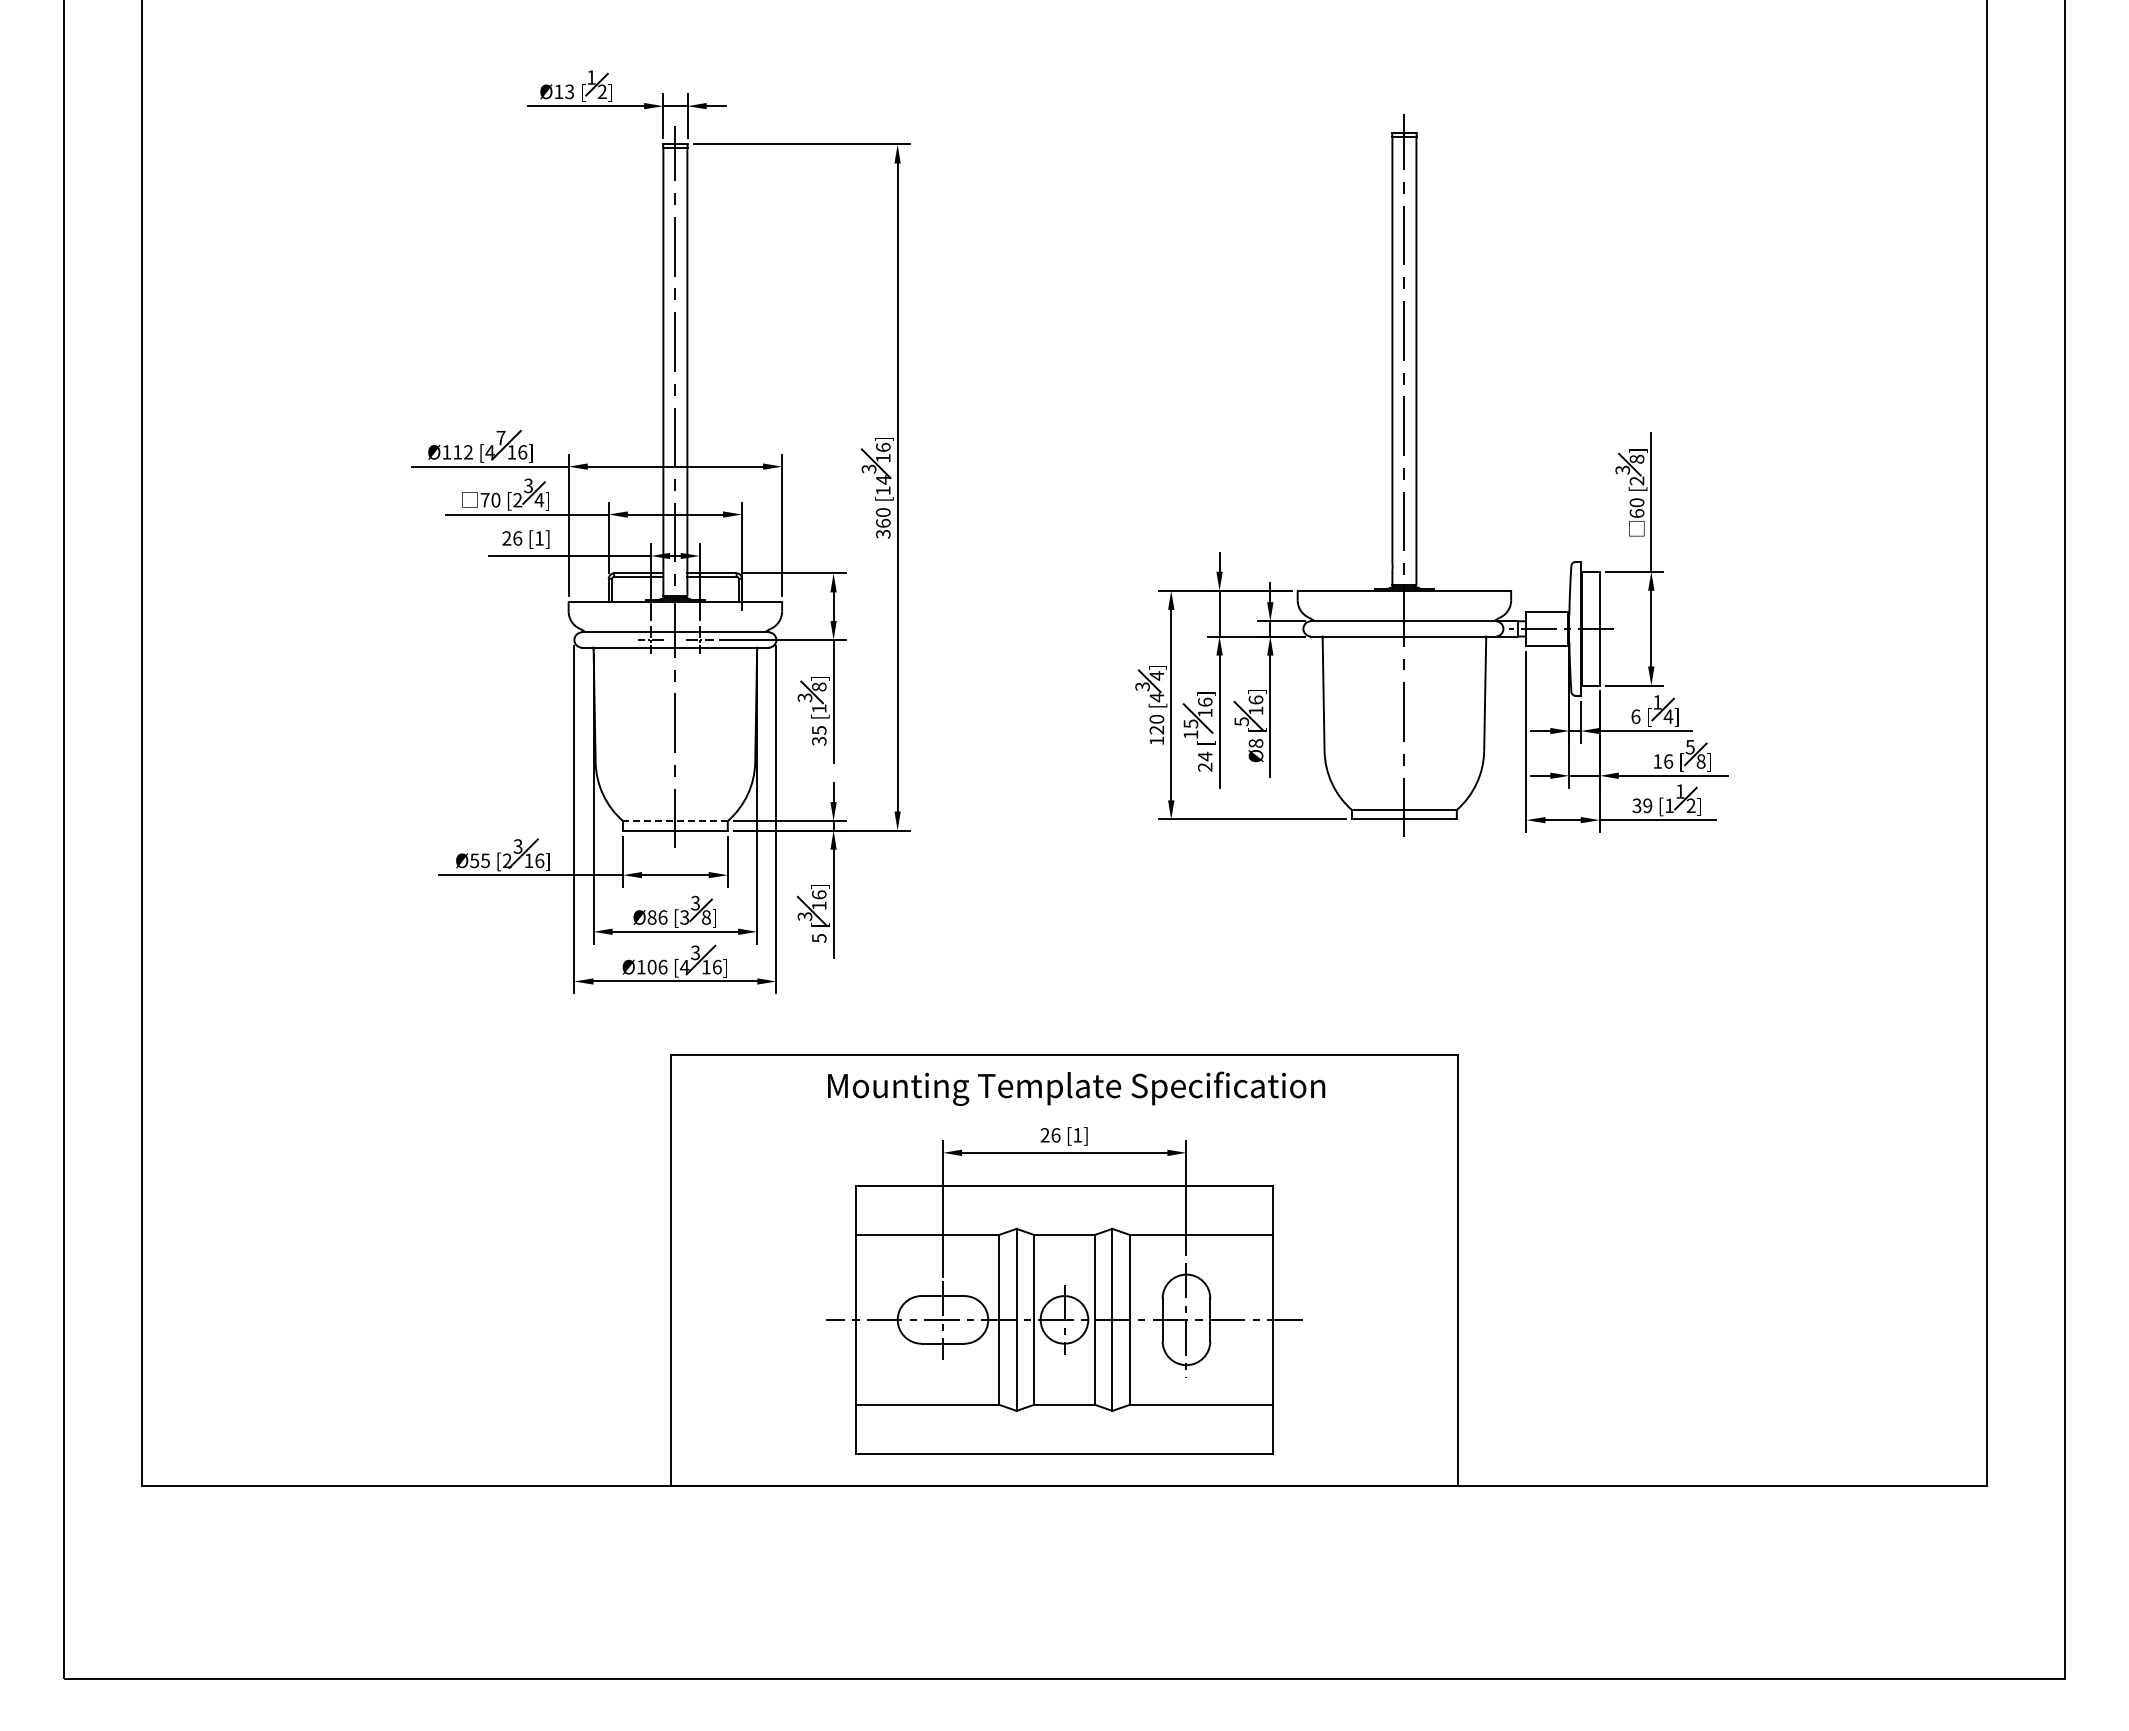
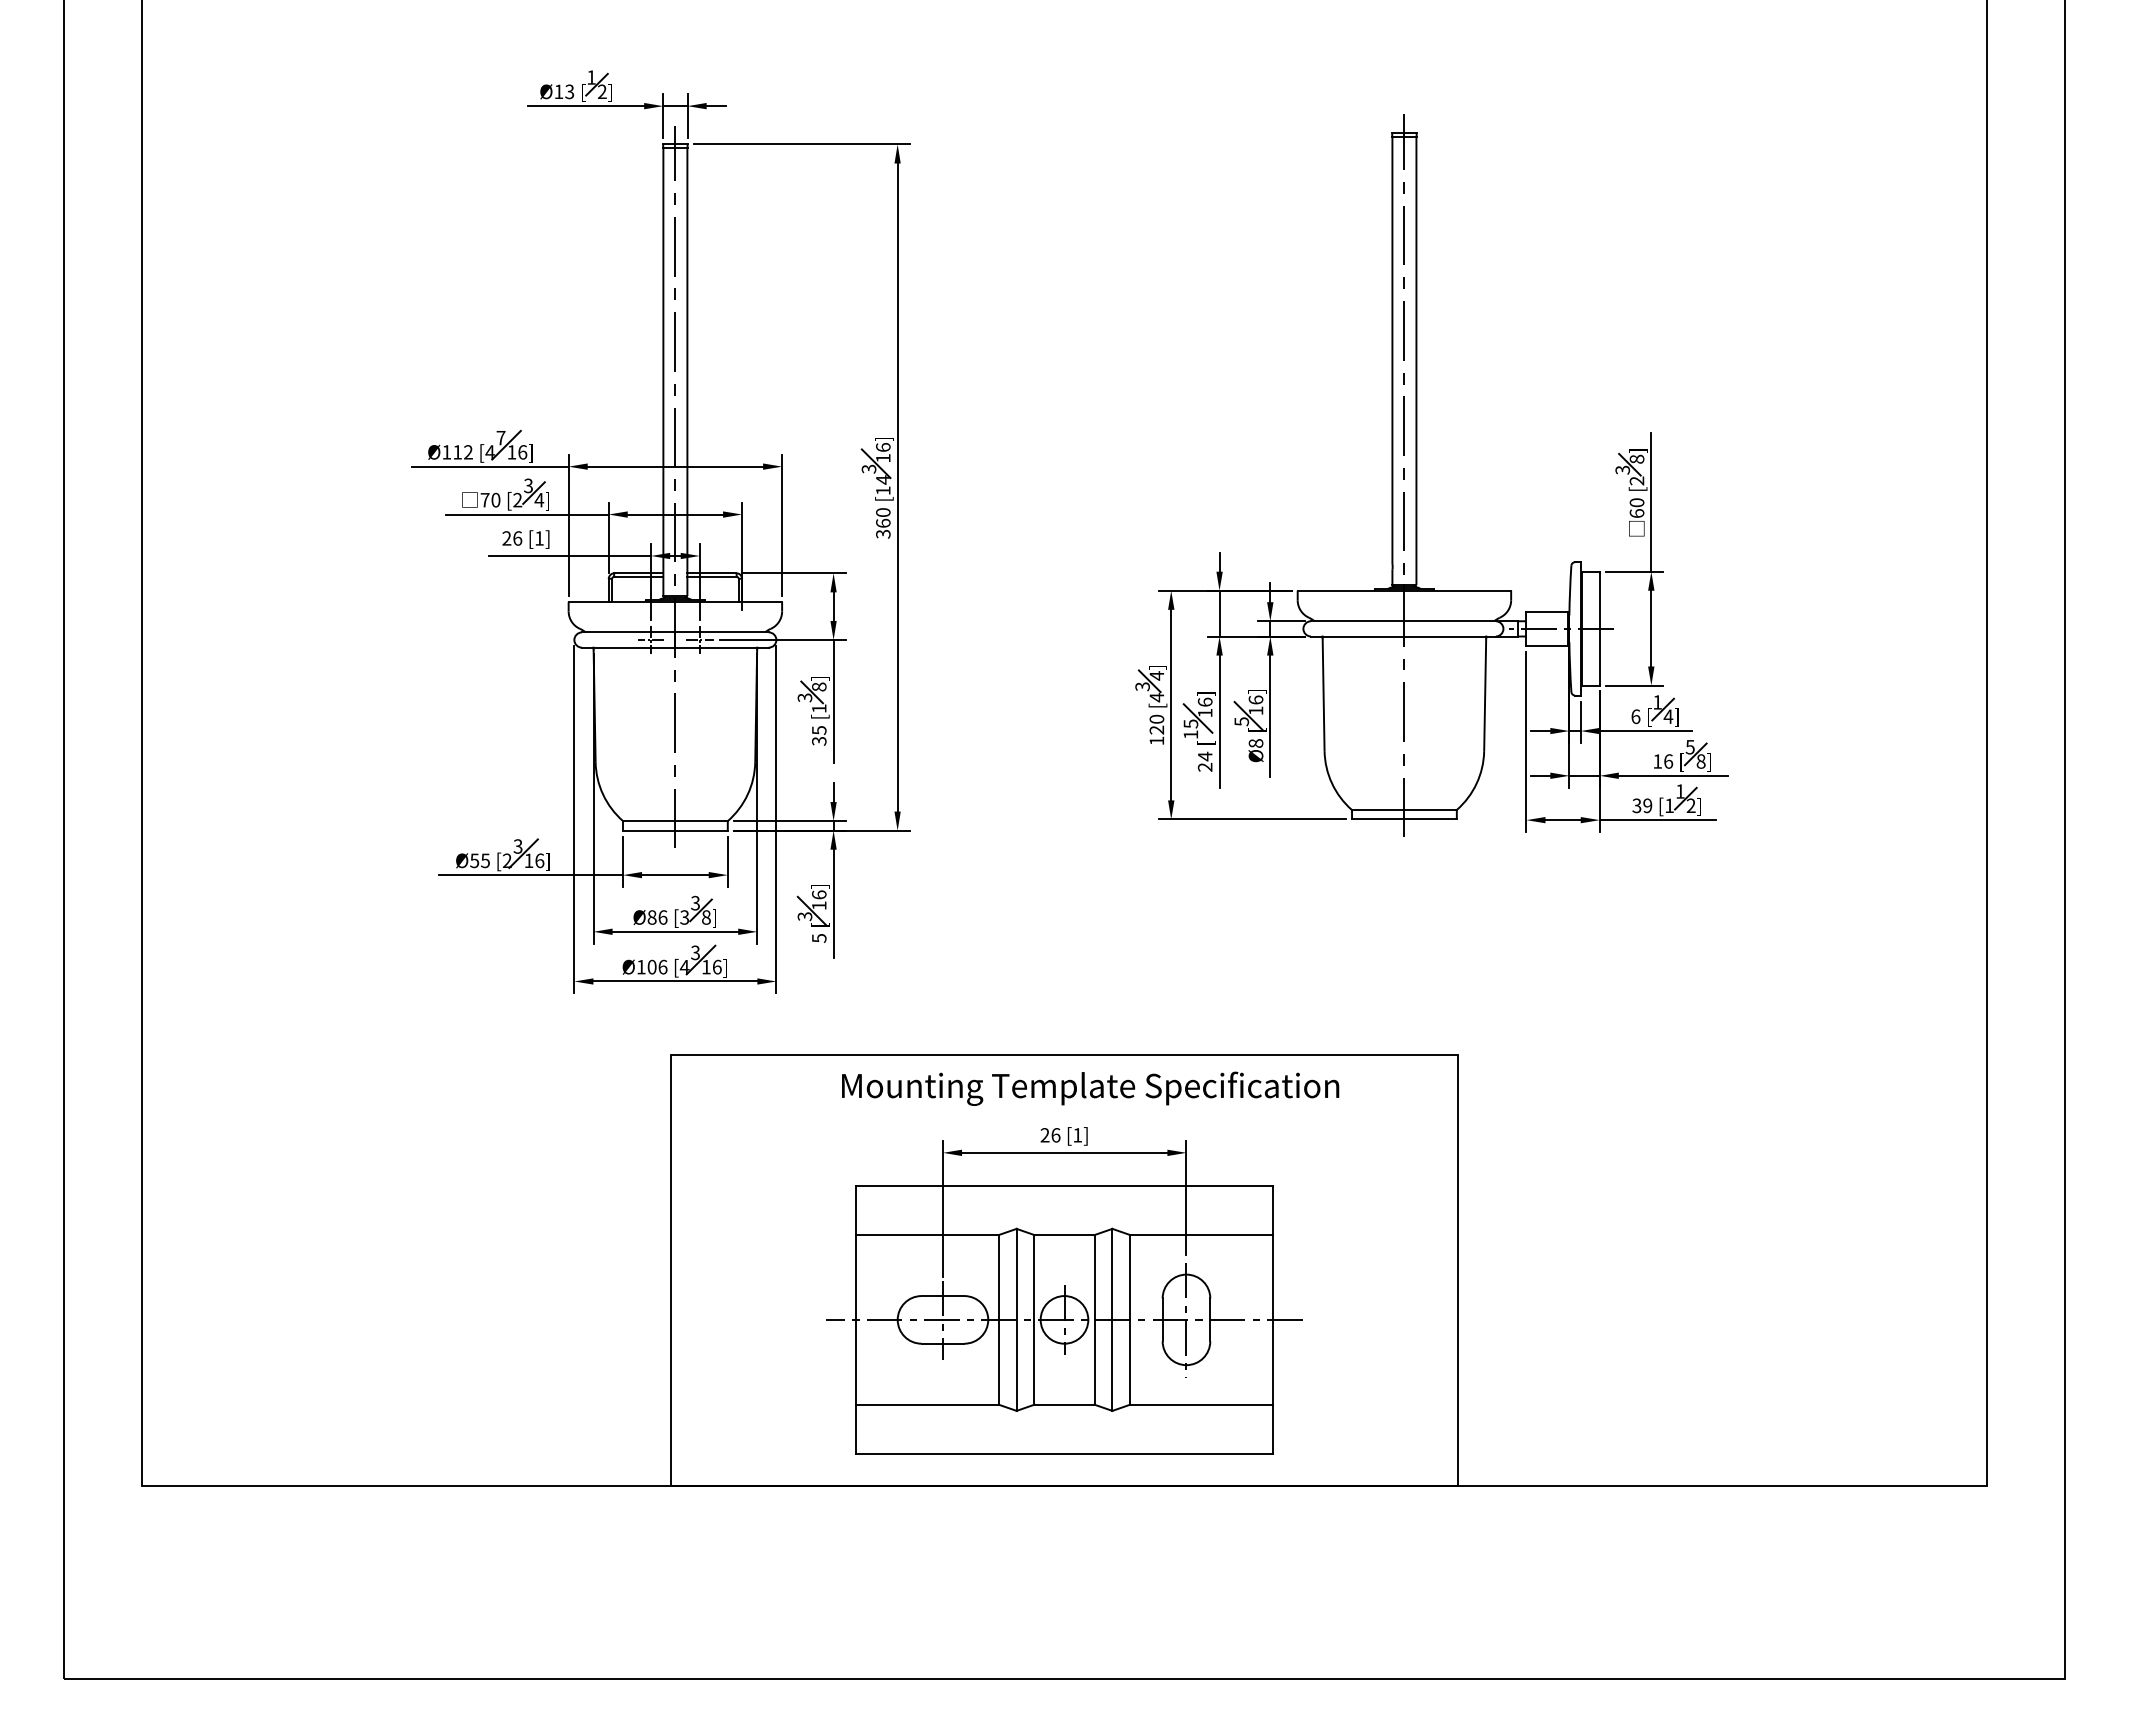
line at (674, 821): dashed -> solid
text at (1076, 1088) position: (1076, 1088) -> (1090, 1088)
